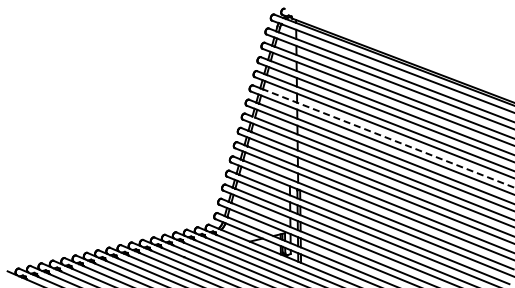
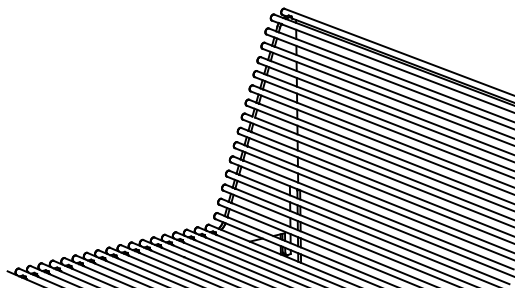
line at (397, 51): none -> present
line at (388, 138): dashed -> solid
